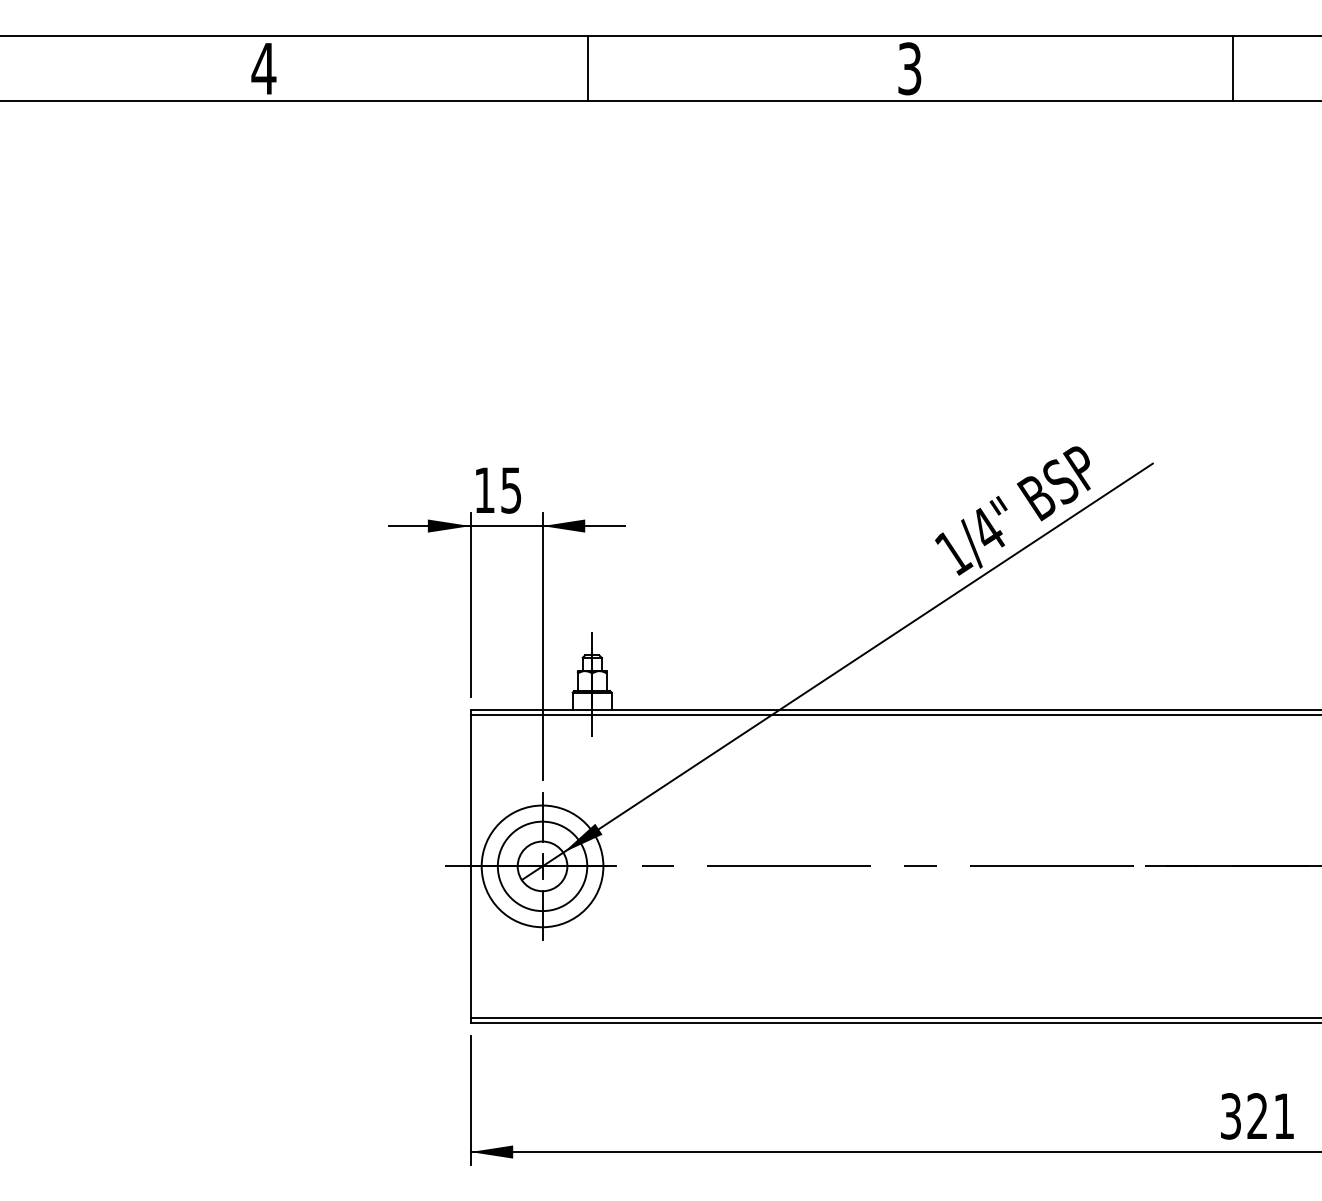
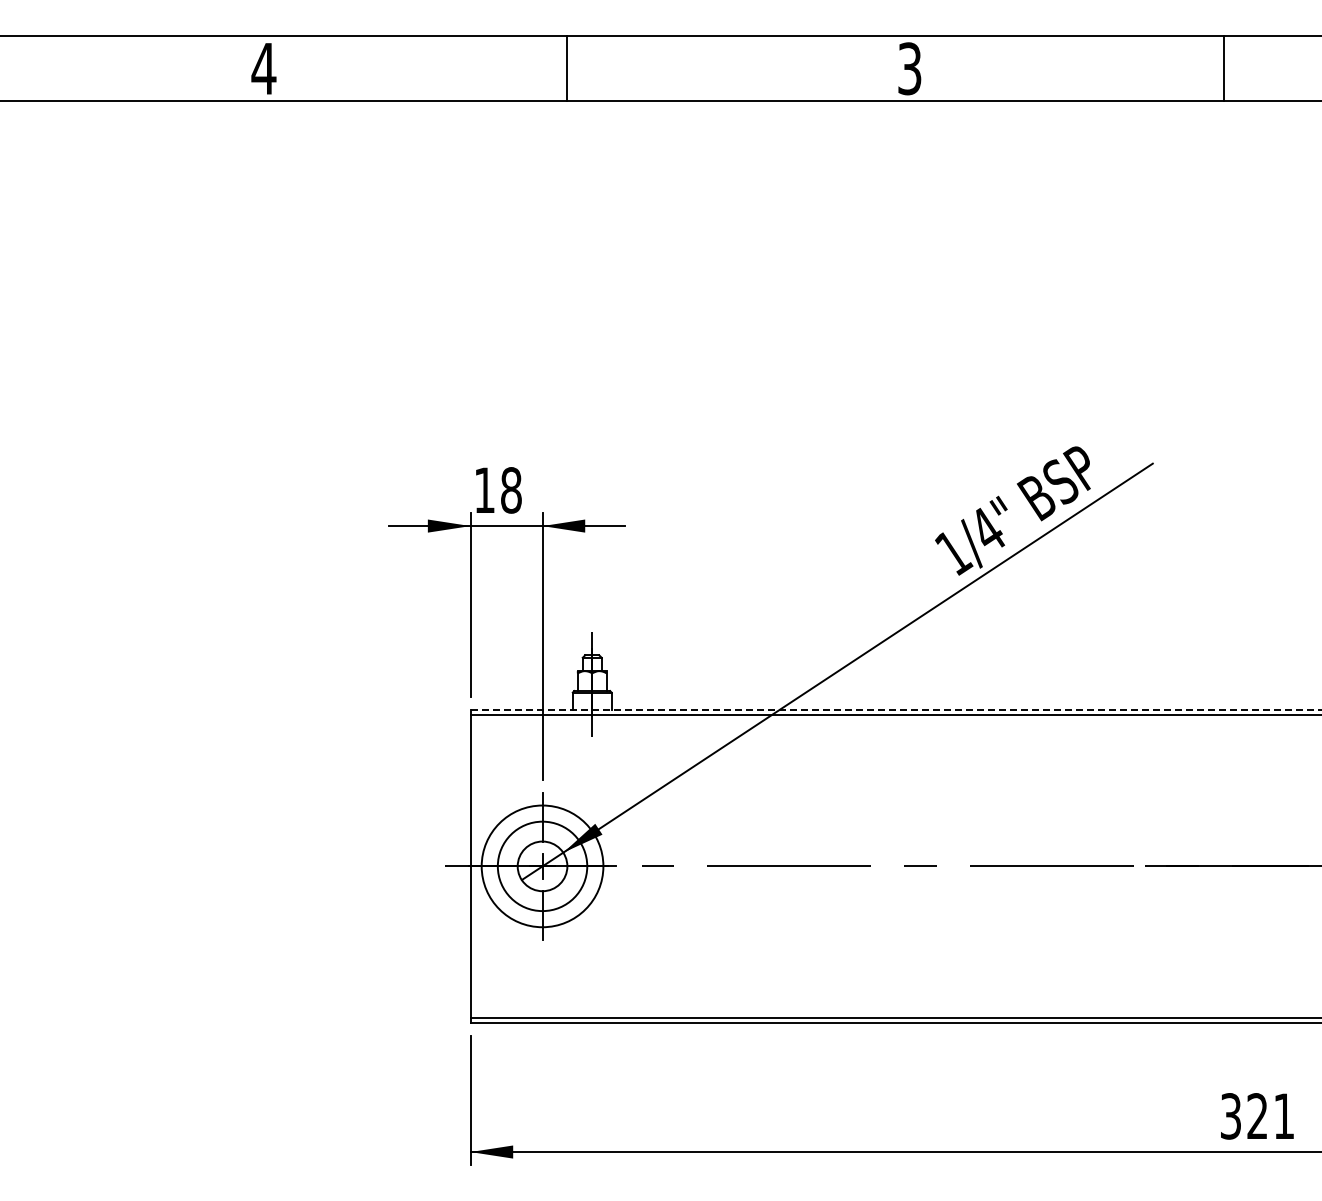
line at (587, 68) position: (587, 68) -> (566, 68)
line at (1233, 68) position: (1233, 68) -> (1224, 68)
text at (511, 490): 15 -> 18
line at (896, 709): solid -> dashed
